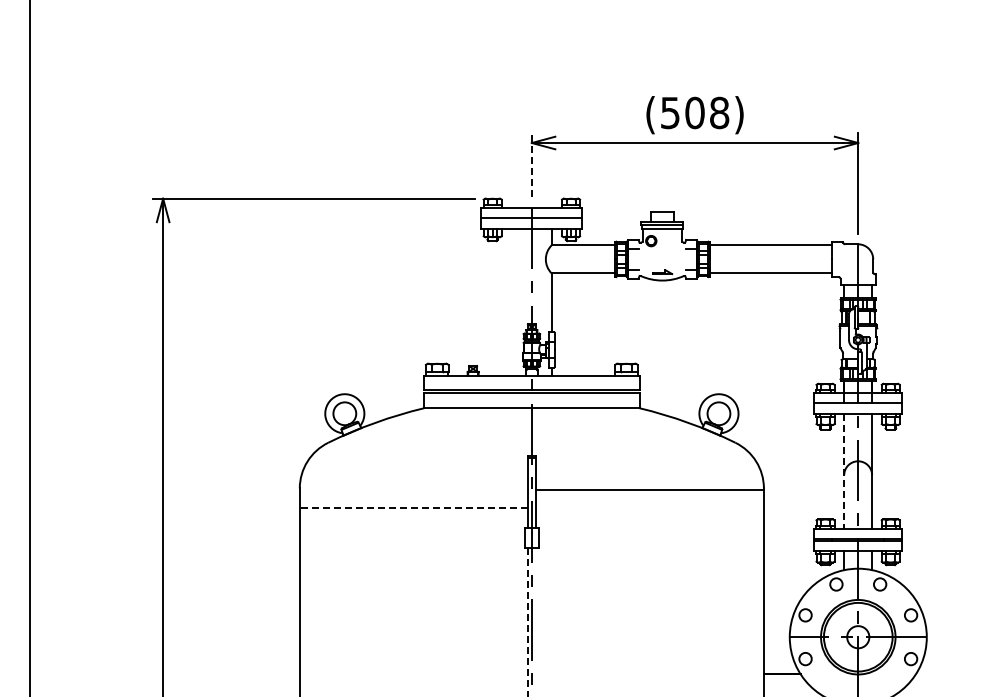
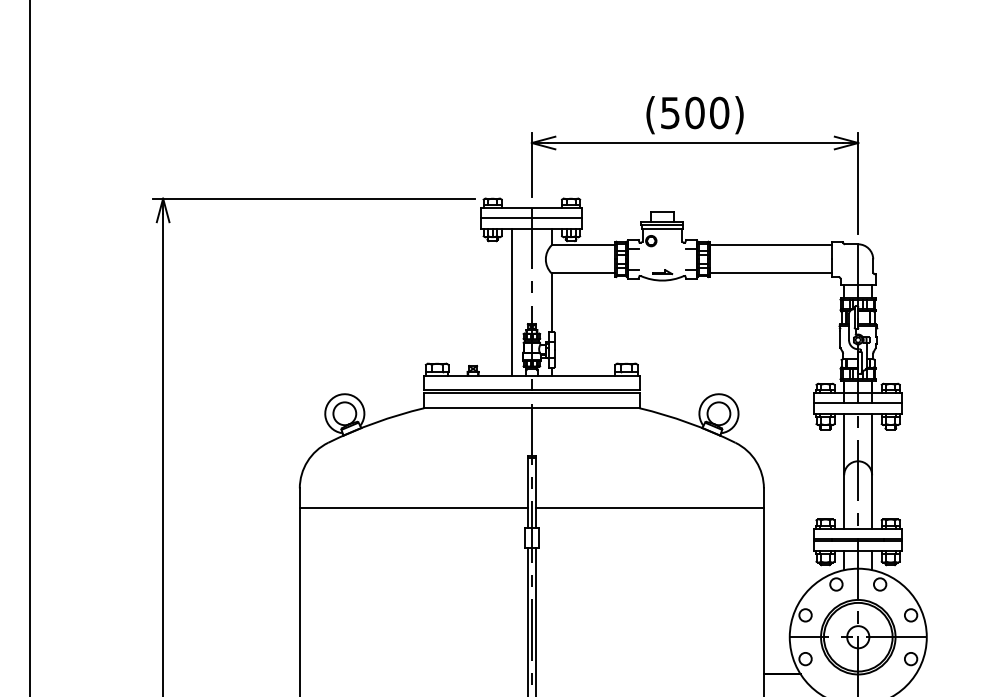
text at (719, 112): (508) -> (500)
line at (531, 164): dashed -> solid
line at (512, 301): none -> present
line at (844, 471): dashed -> solid
line at (649, 490) position: (649, 490) -> (649, 508)
line at (413, 508): dashed -> solid
line at (535, 620): none -> present
line at (527, 622): dashed -> solid
